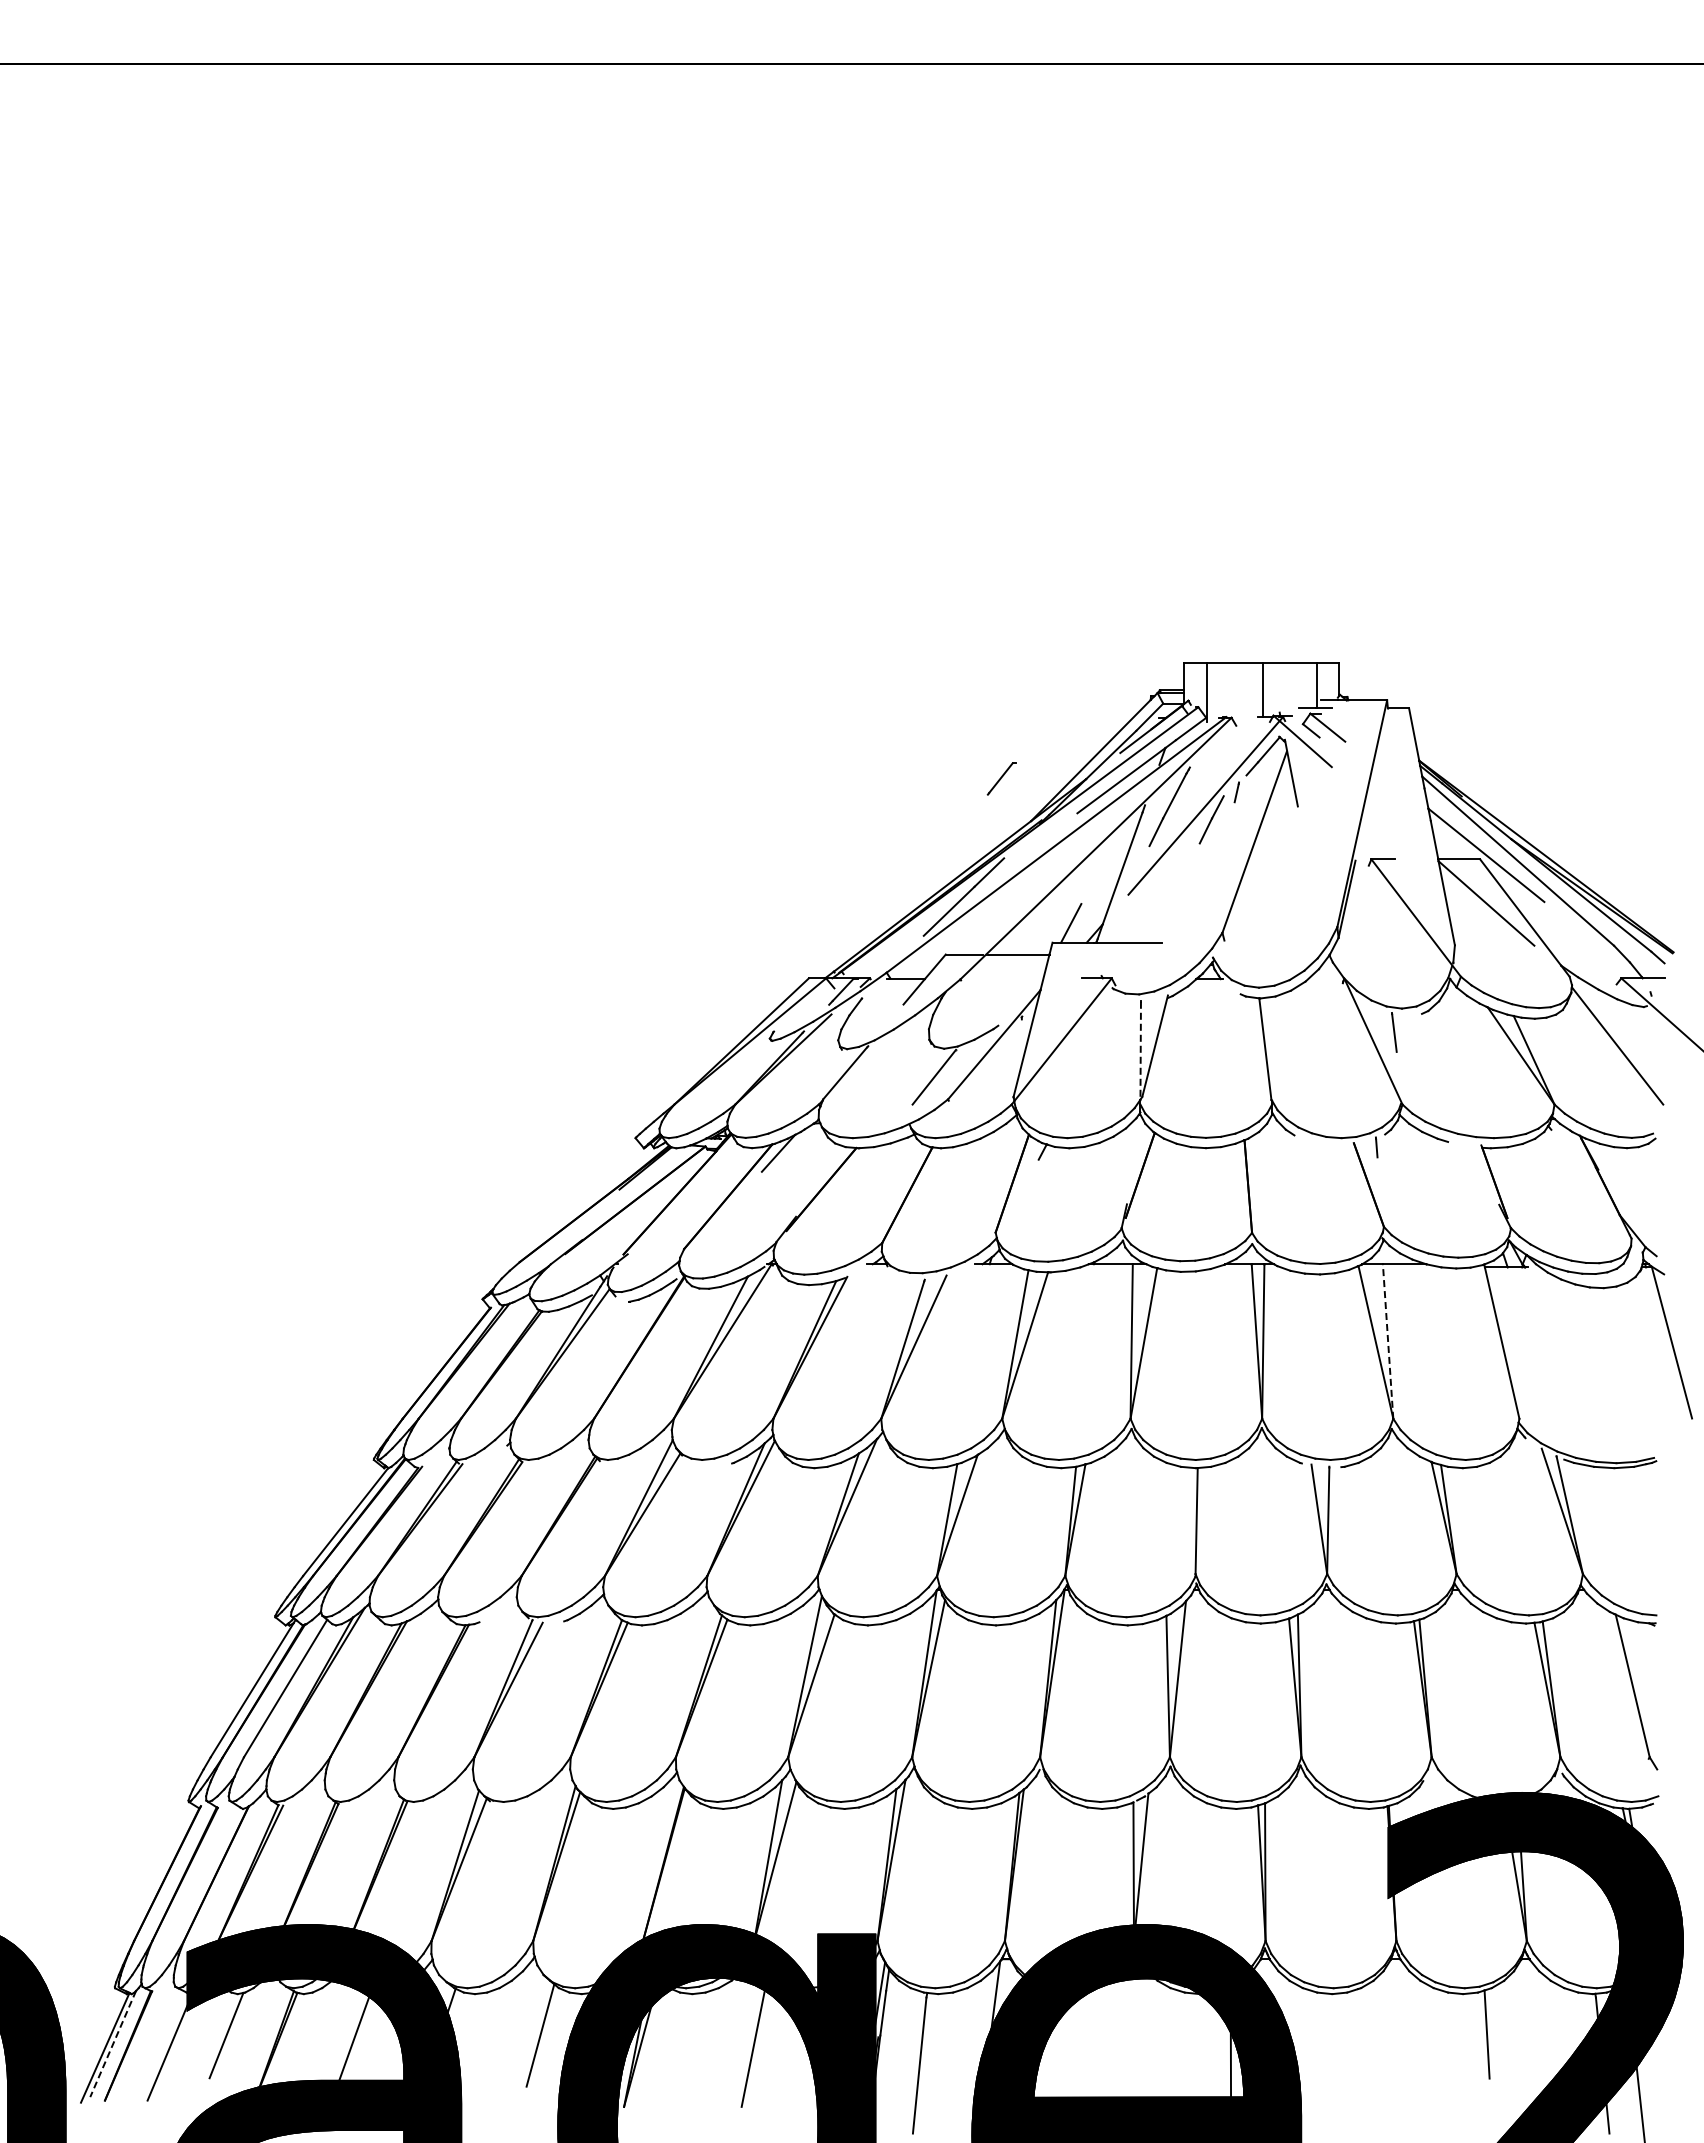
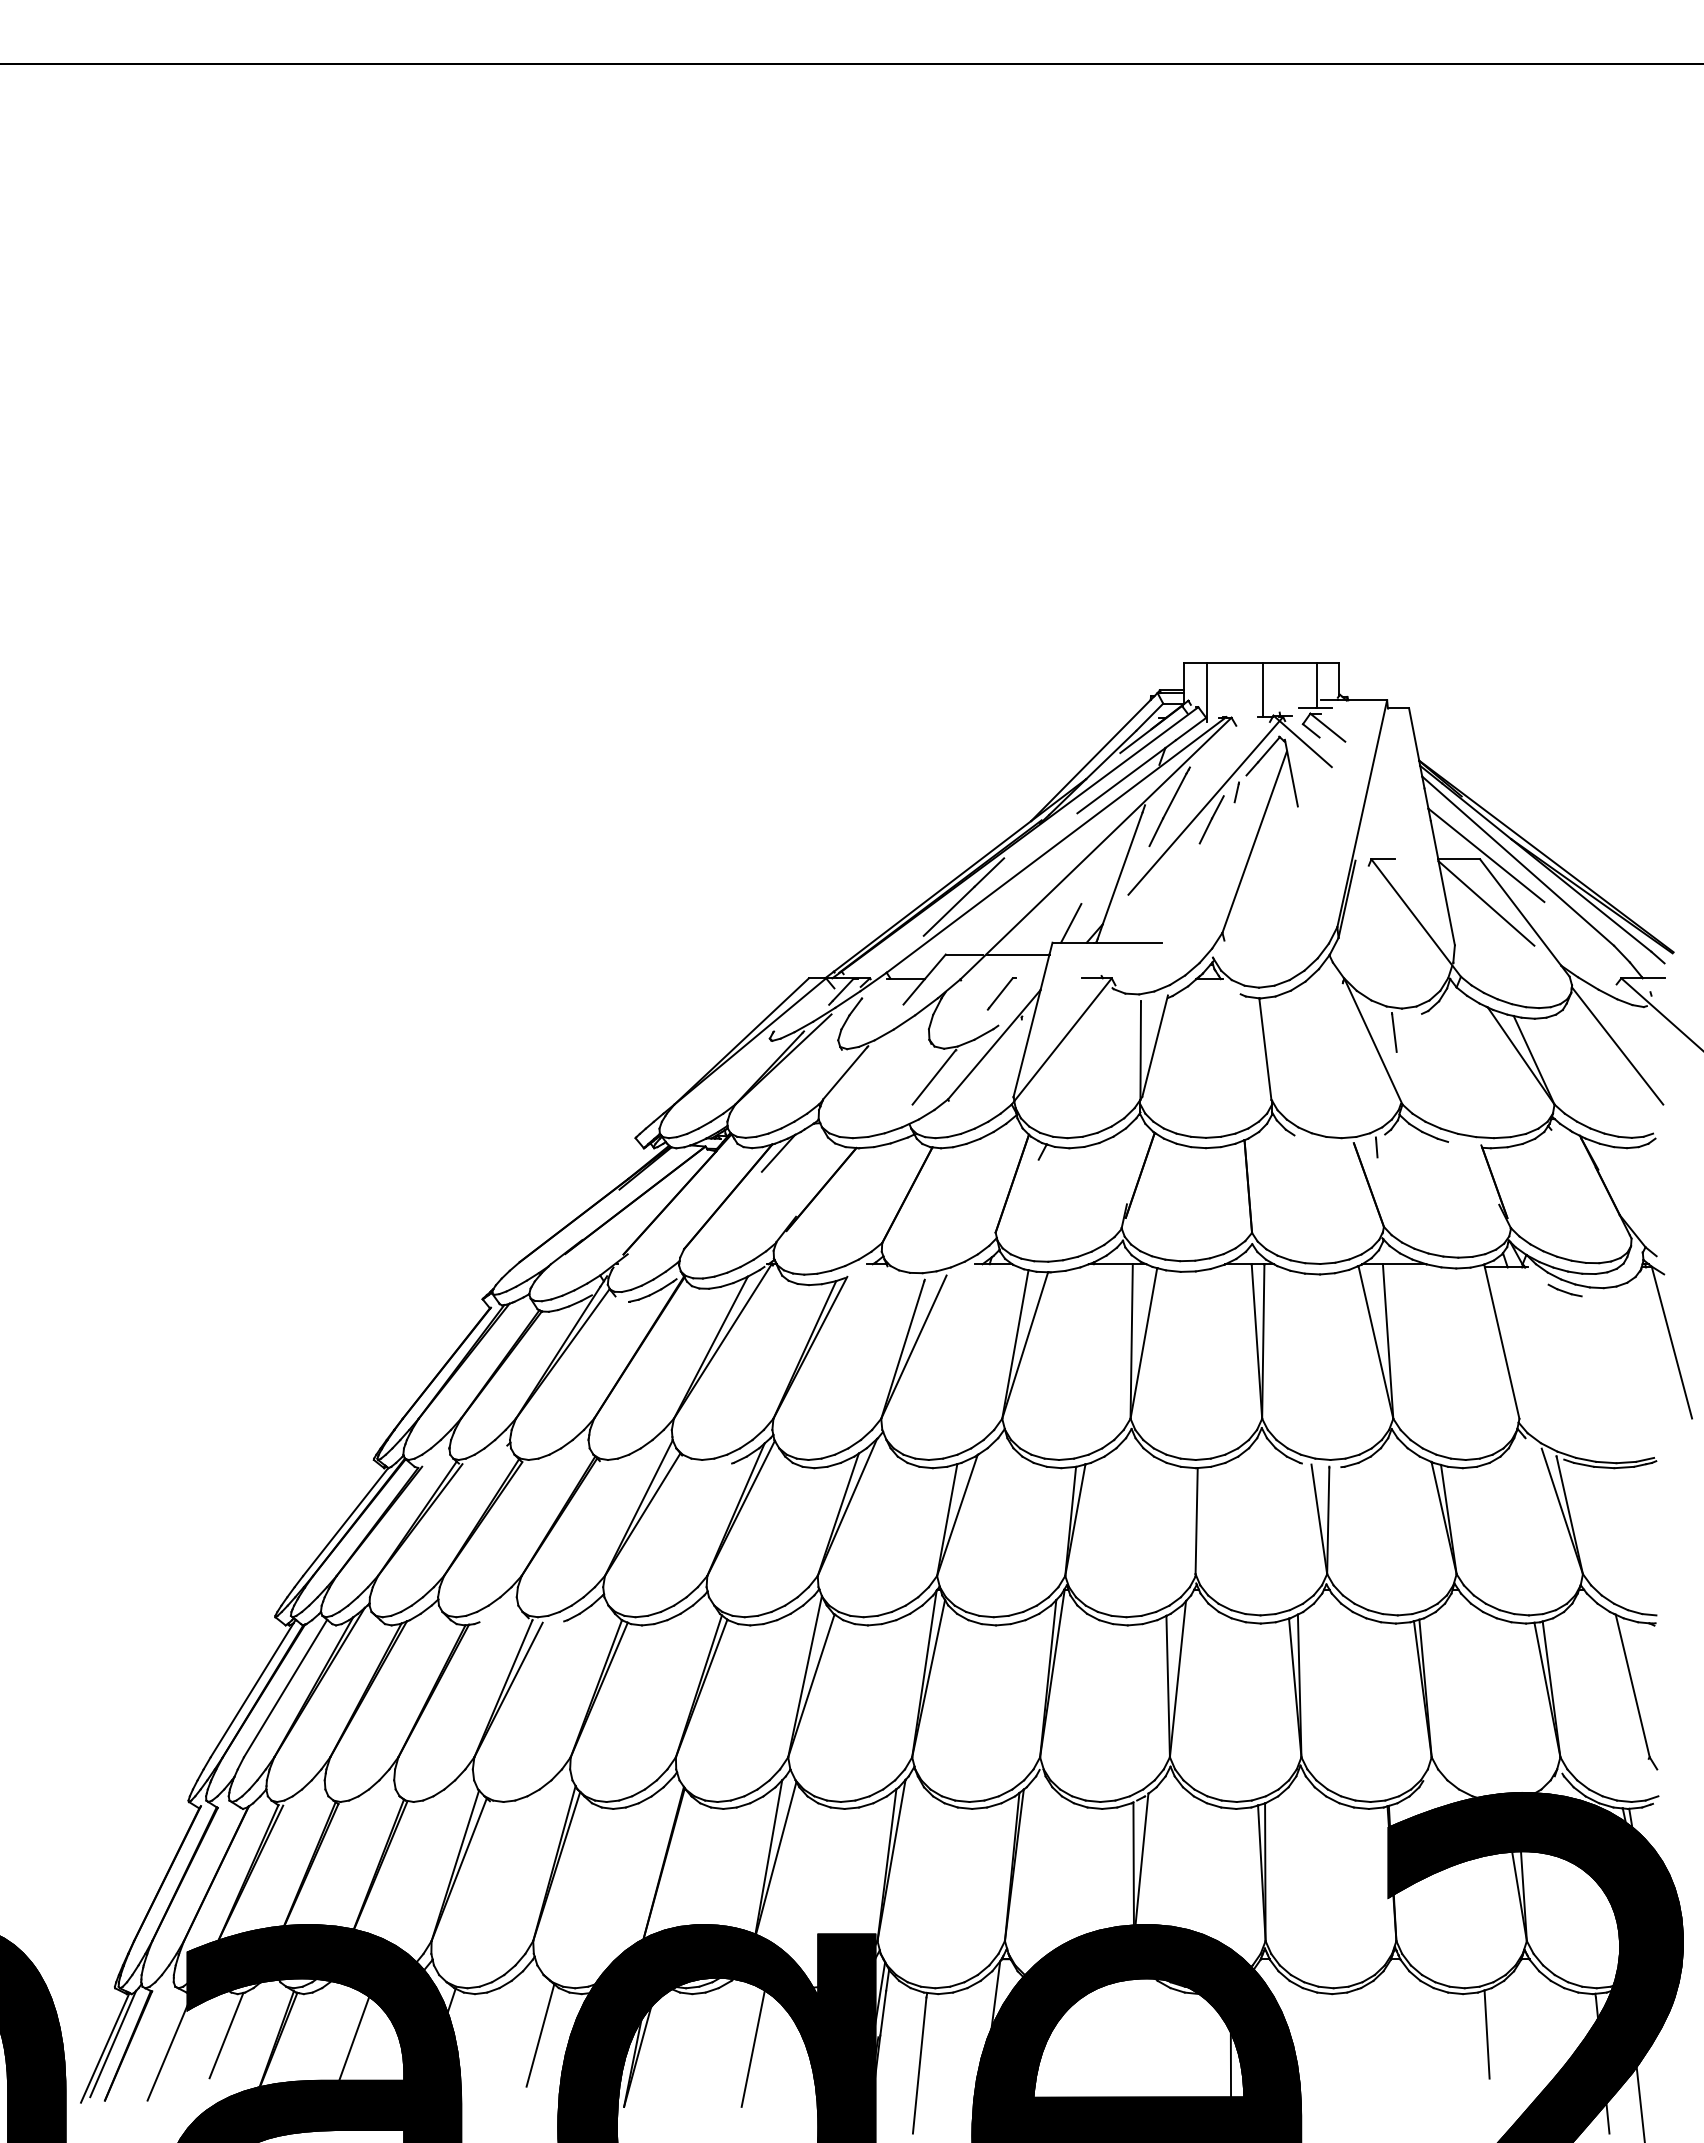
part at (1001, 778) position: (1001, 778) -> (1001, 993)
line at (1140, 1050): dashed -> solid
part at (1564, 1290): none -> present
line at (1388, 1341): dashed -> solid
line at (113, 2044): dashed -> solid
